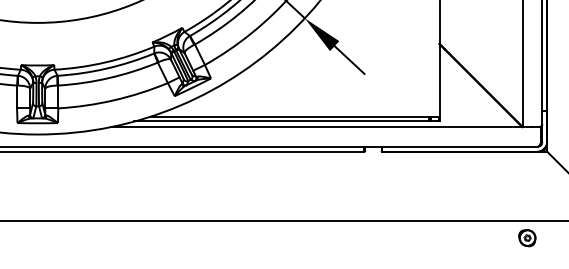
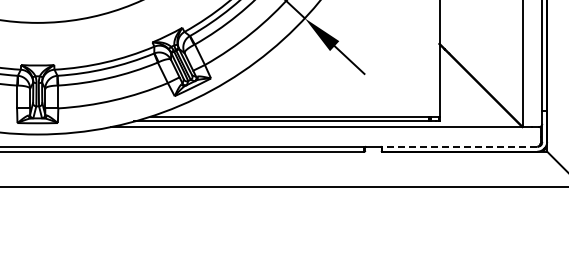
line at (459, 146): solid -> dashed
line at (283, 220) position: (283, 220) -> (283, 186)
part at (527, 238): present -> none
